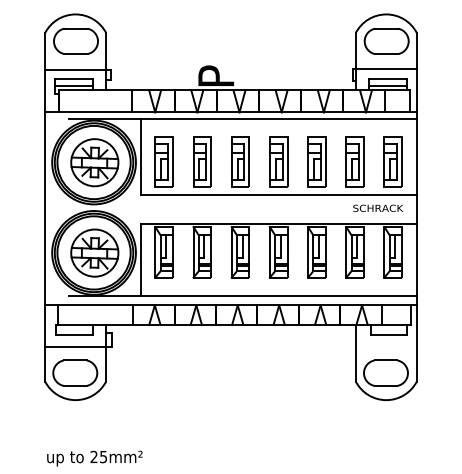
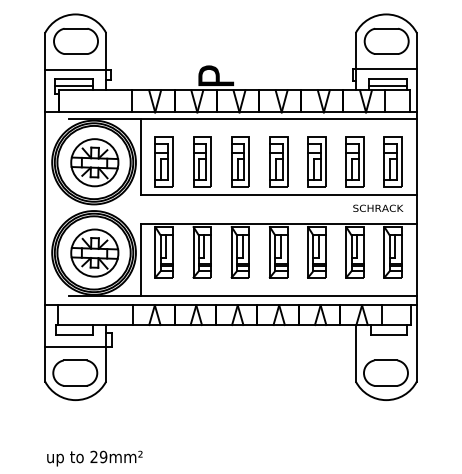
text at (103, 456): 25mm² -> 29mm²
